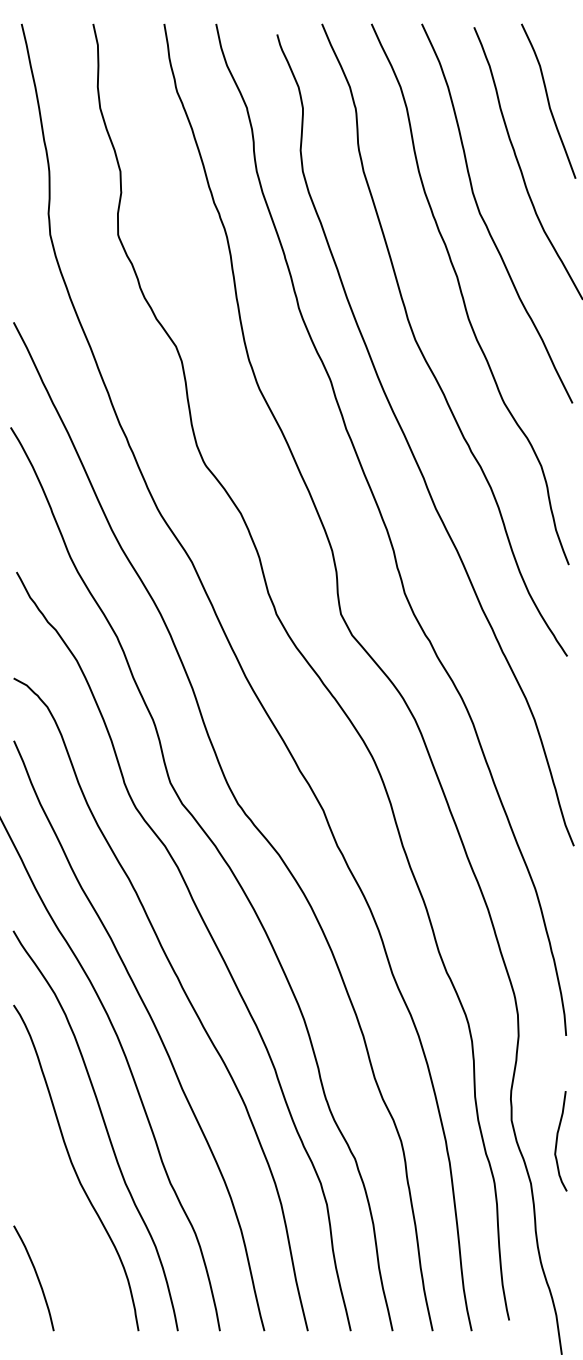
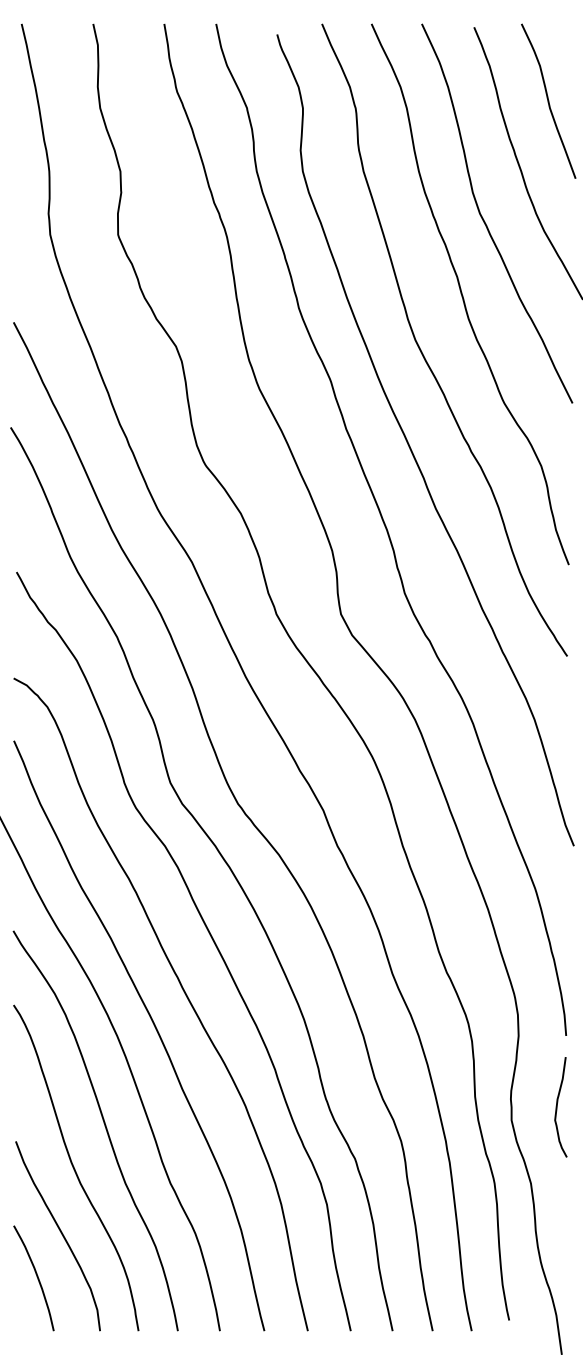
curve at (557, 1141) position: (557, 1141) -> (557, 1107)
curve at (61, 1234): none -> present
